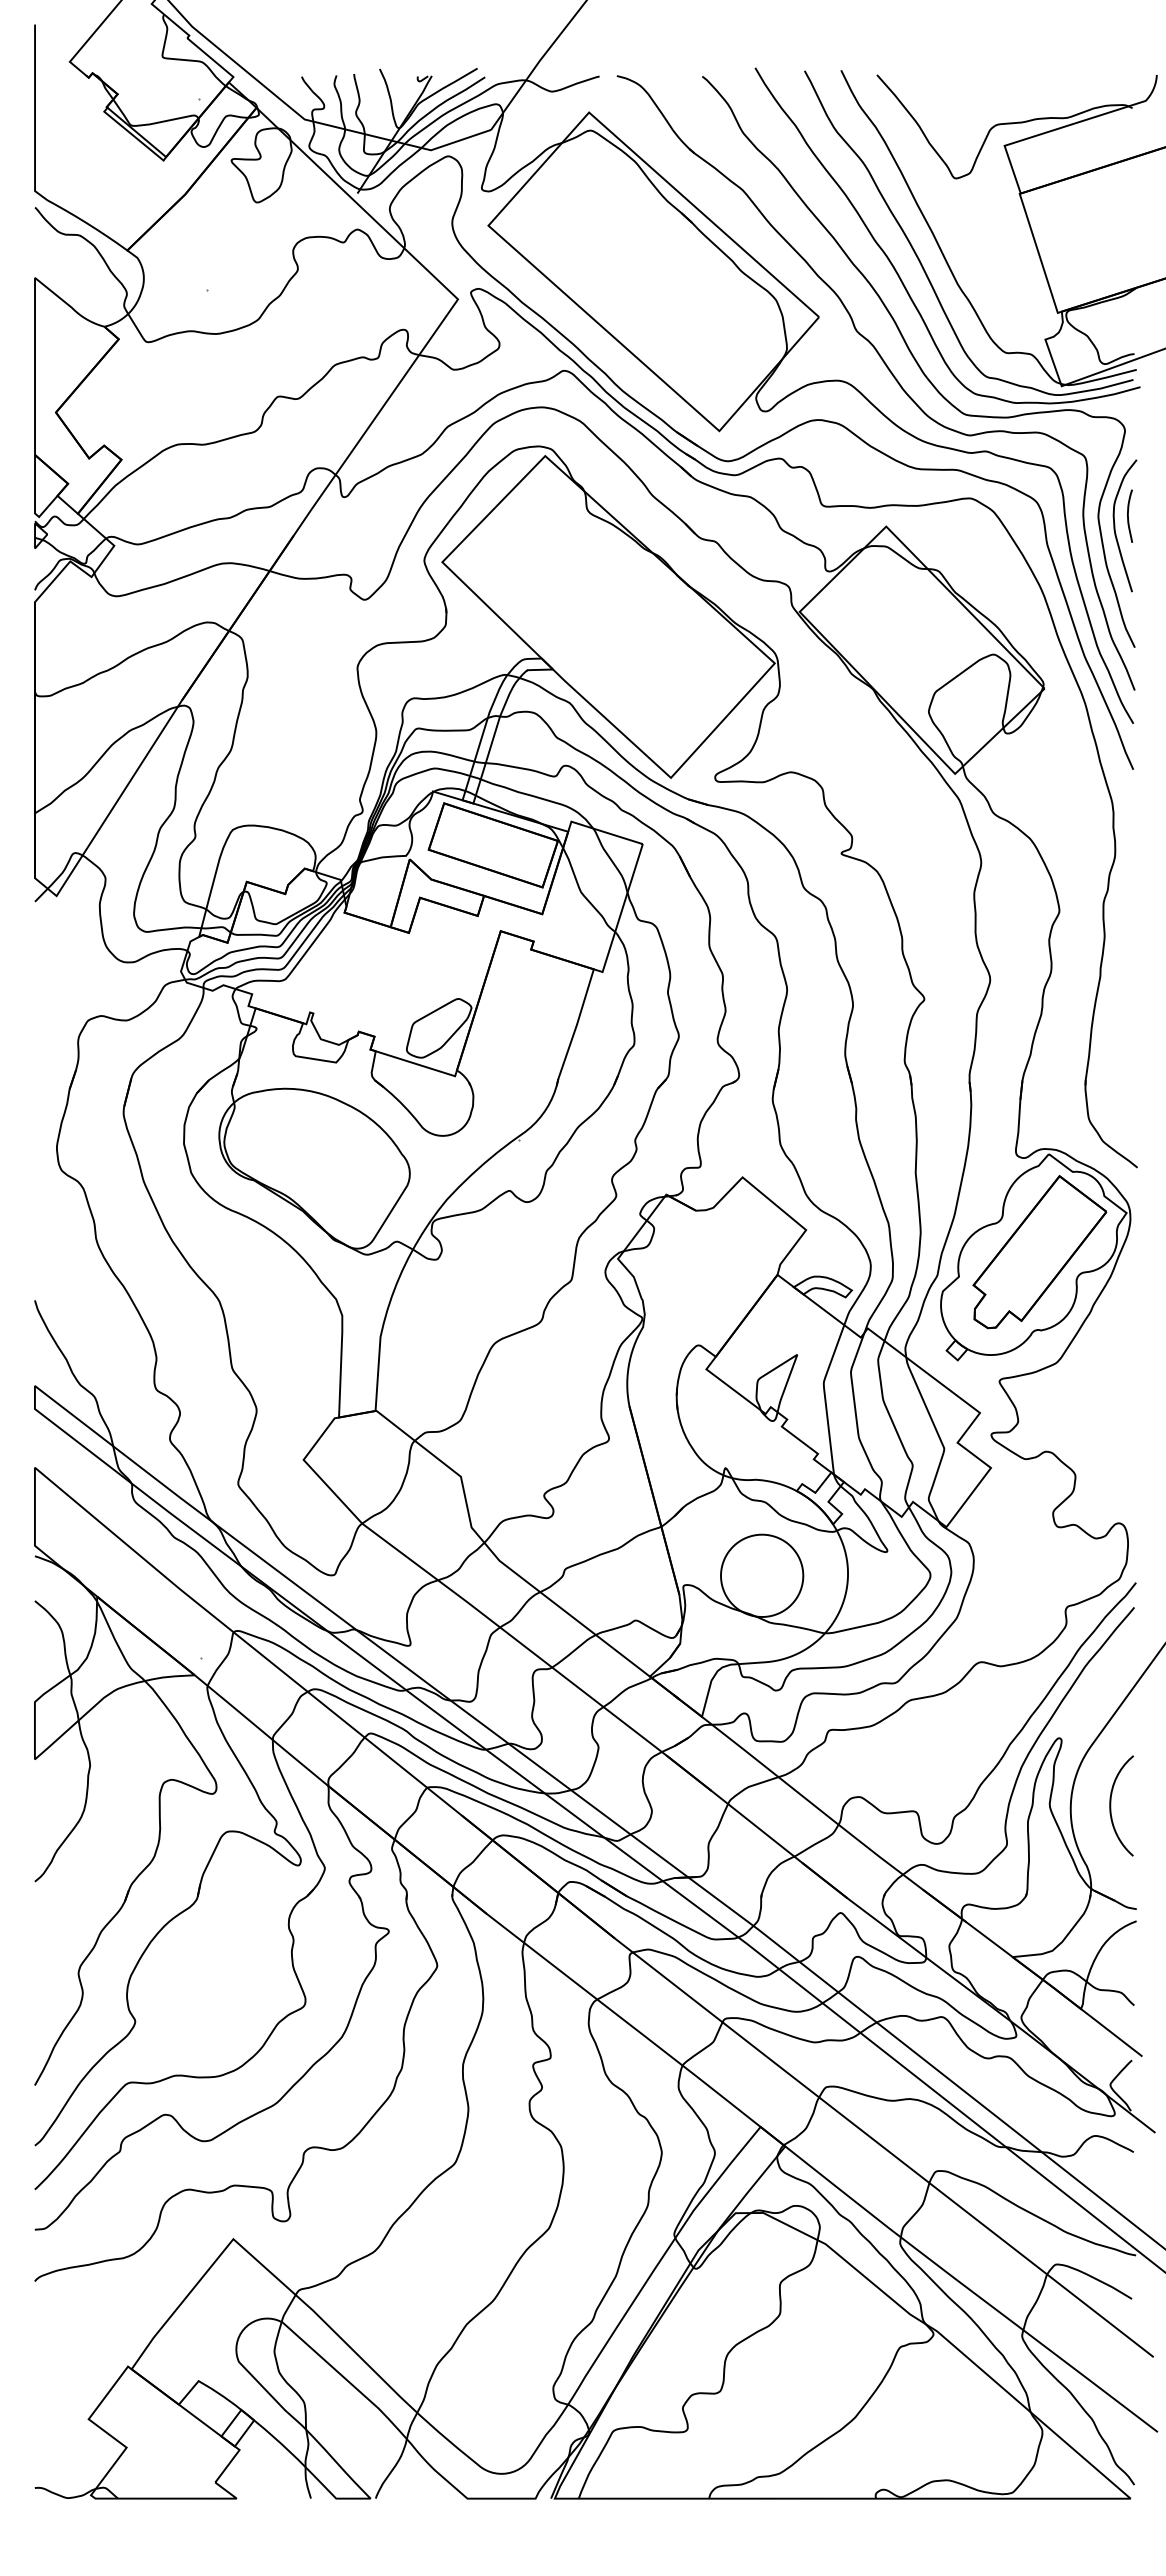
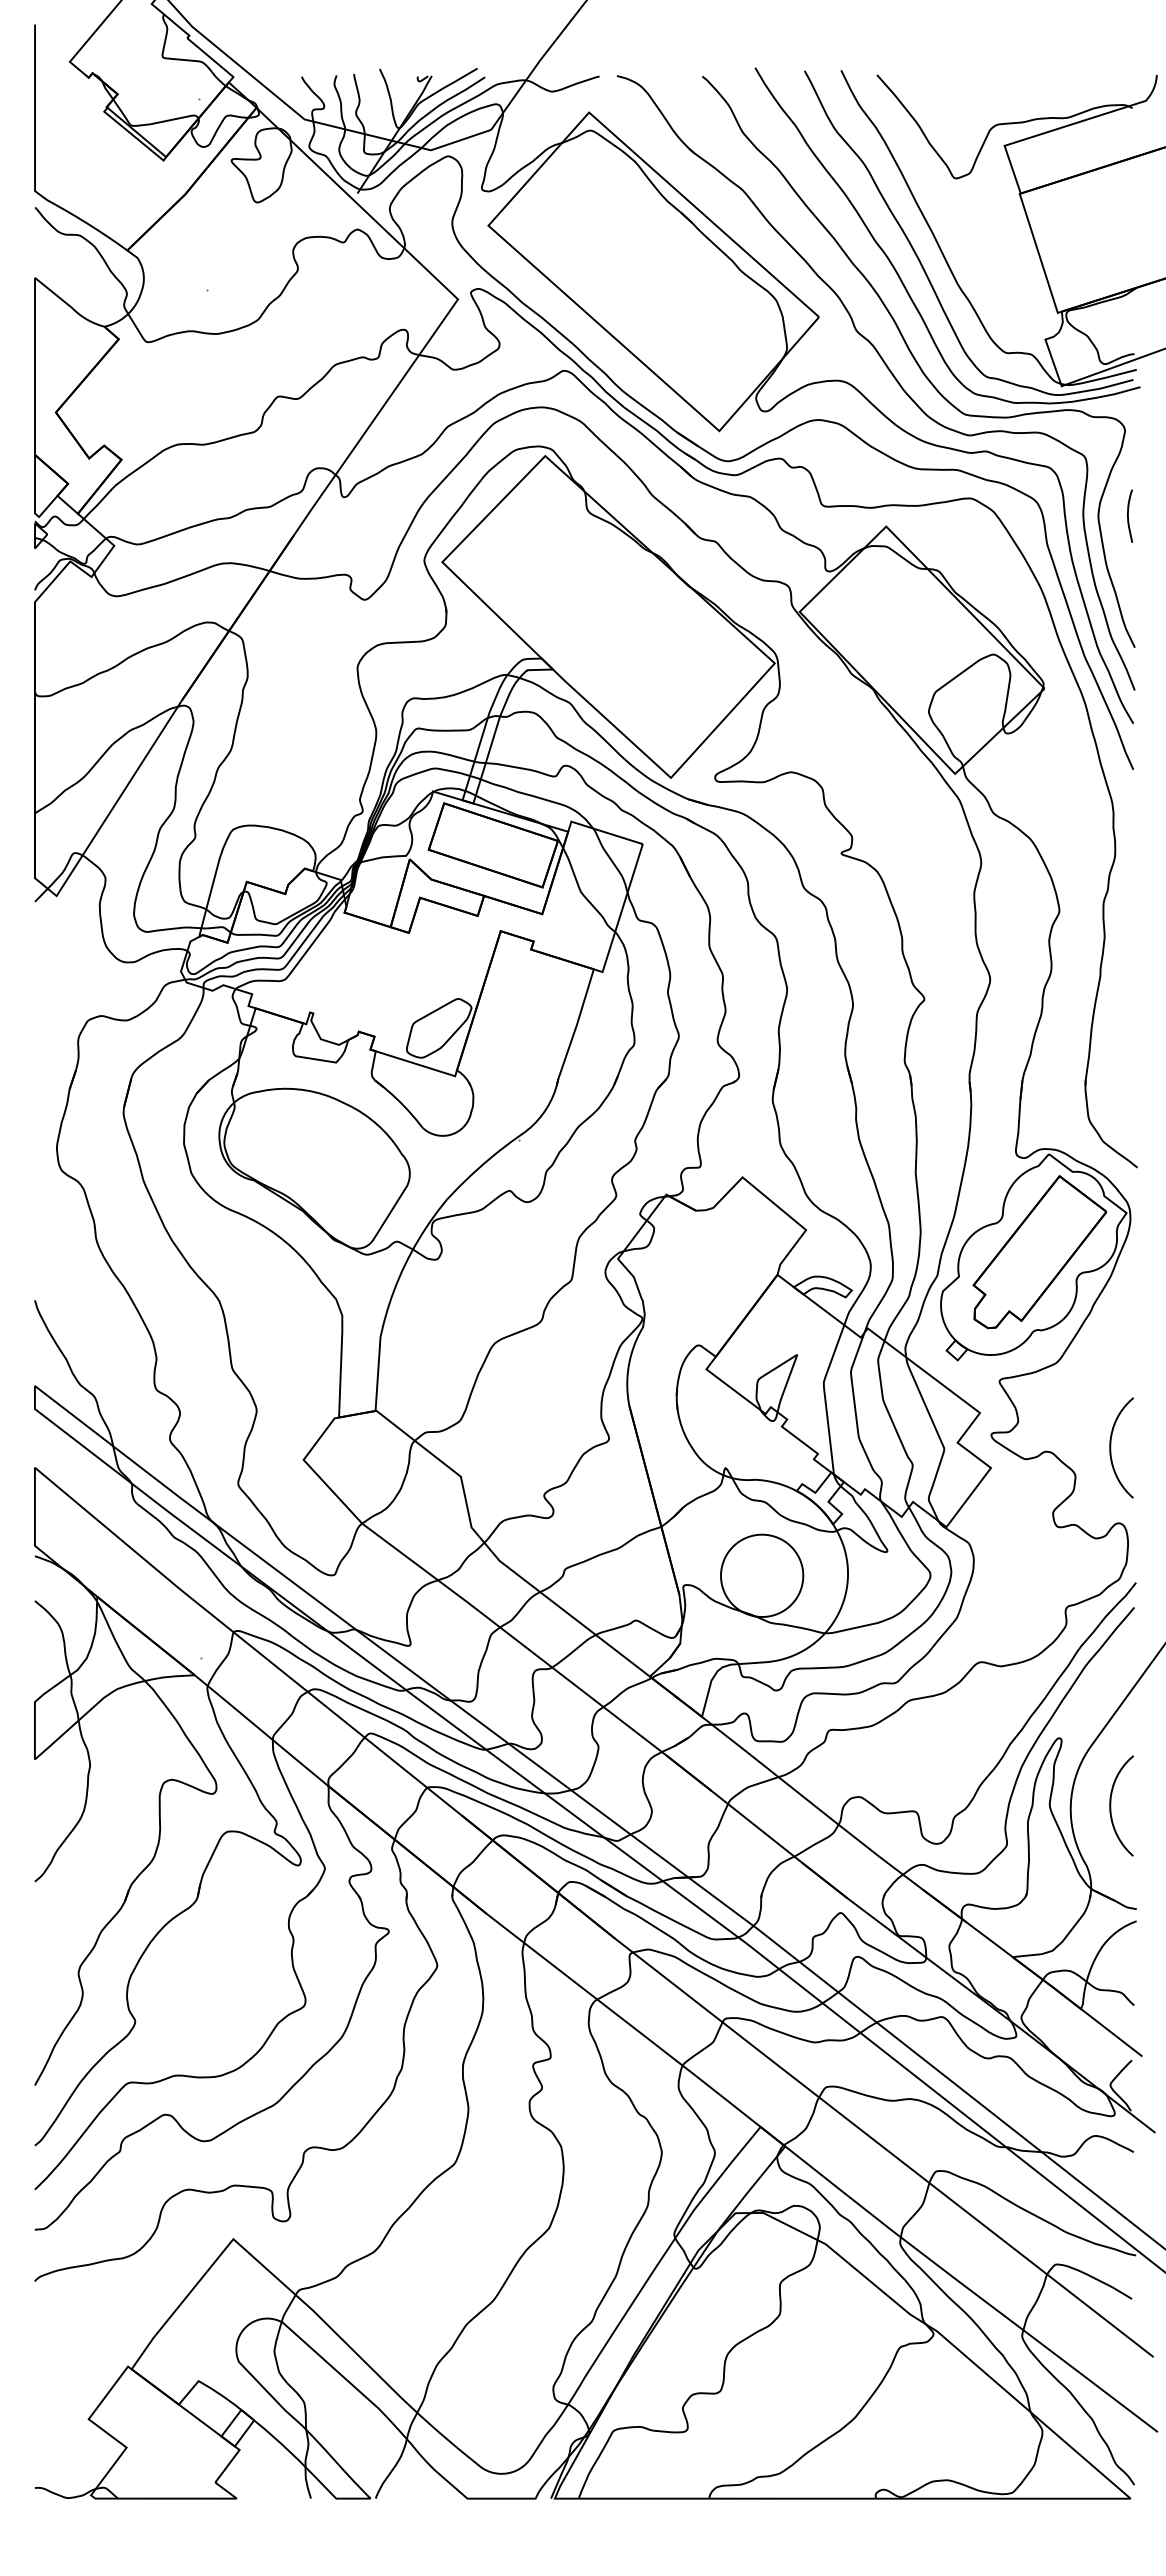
curve at (1115, 525): present -> none
curve at (1111, 1447): none -> present
